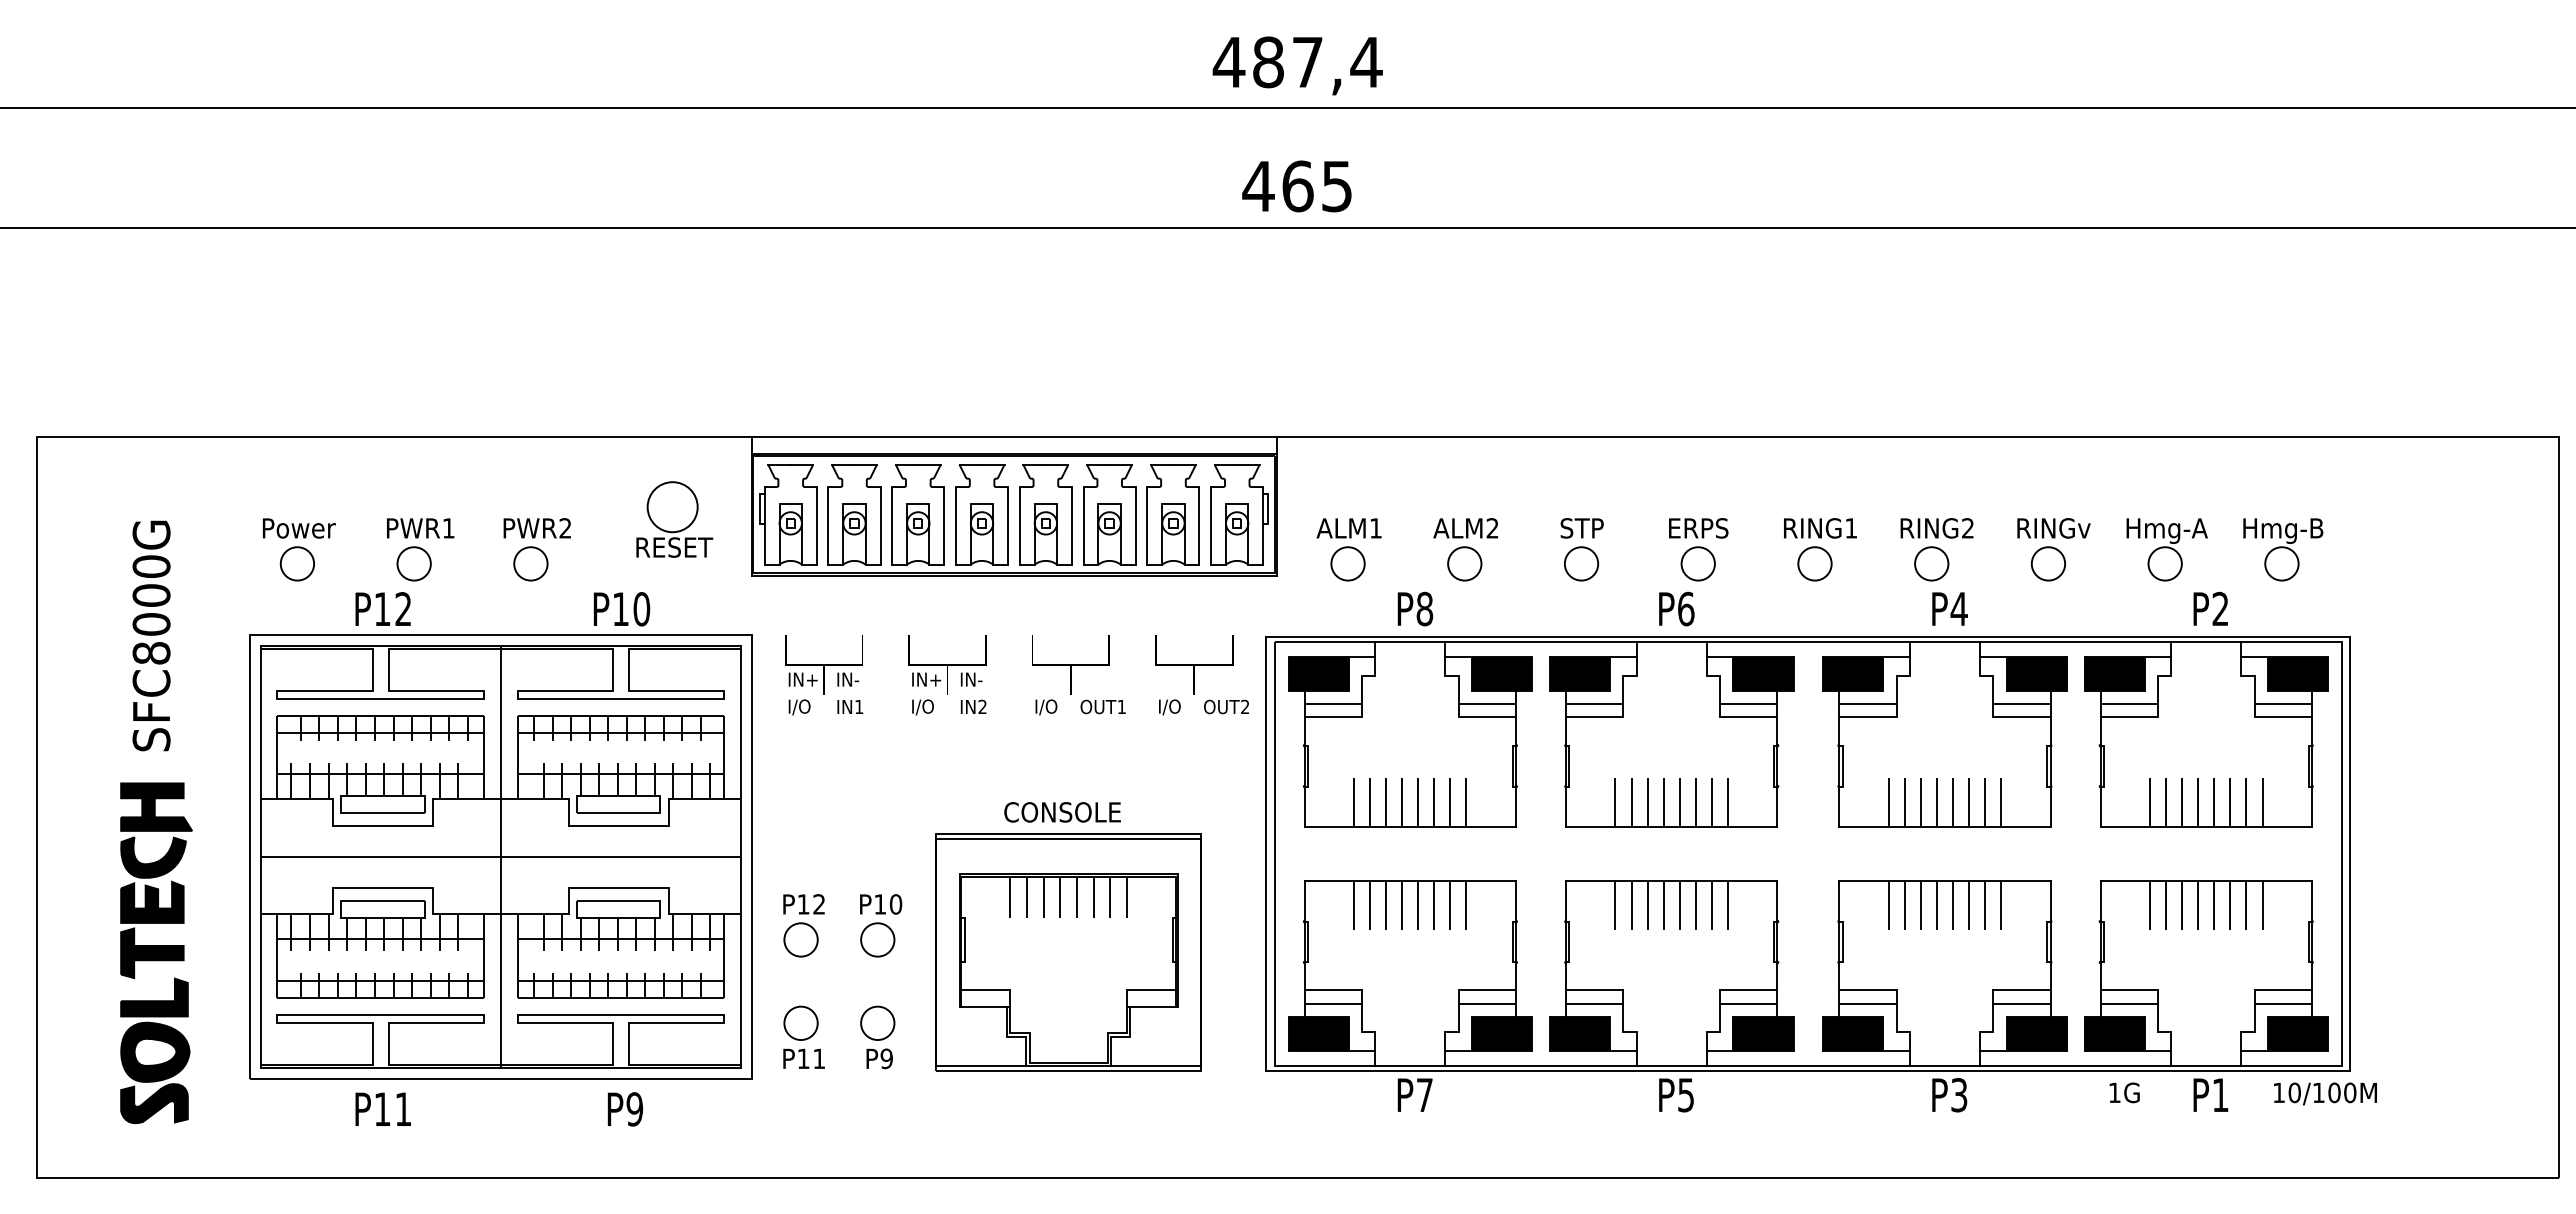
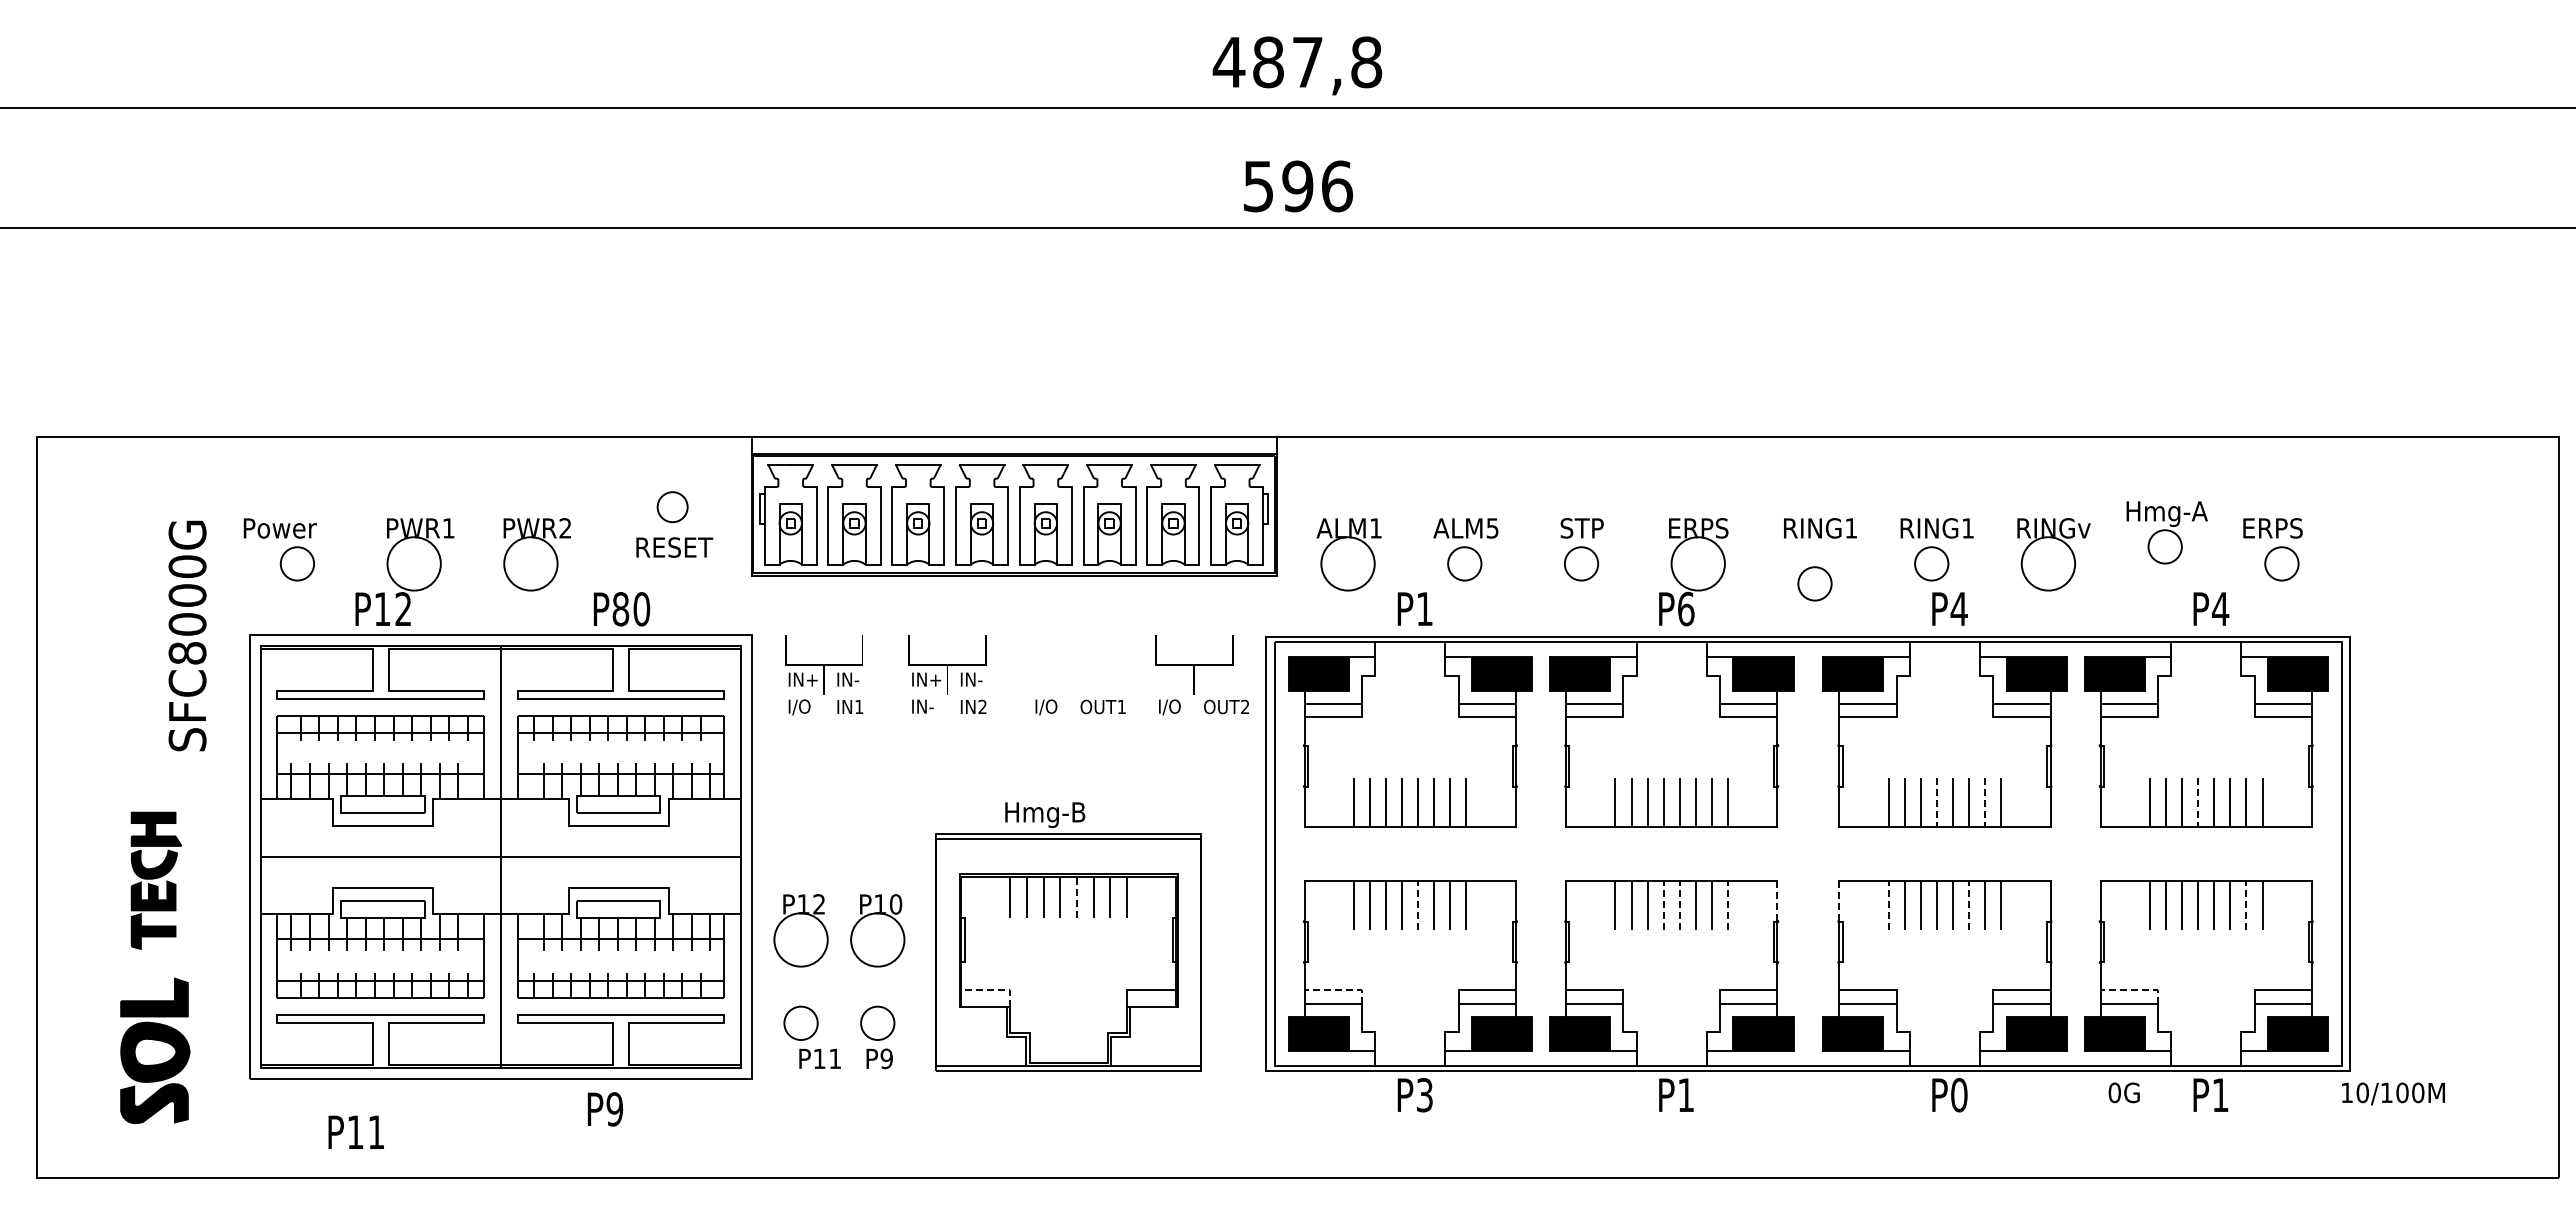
text at (1366, 62): 487,4 -> 487,8
text at (1297, 186): 465 -> 596
circle at (672, 507) diameter: 50 px -> 30 px
text at (298, 528) position: (298, 528) -> (279, 528)
text at (1492, 528): ALM2 -> ALM5
text at (1967, 528): RING2 -> RING1
text at (2284, 530): Hmg-B -> ERPS
part at (2166, 549) position: (2166, 549) -> (2166, 532)
circle at (413, 563) diameter: 33 px -> 53 px
circle at (530, 563) diameter: 33 px -> 53 px
circle at (1347, 563) diameter: 33 px -> 53 px
circle at (1697, 563) diameter: 33 px -> 53 px
circle at (1814, 563) position: (1814, 563) -> (1814, 583)
circle at (2048, 563) diameter: 33 px -> 53 px
text at (1424, 608): P8 -> P1
text at (2220, 608): P2 -> P4
text at (620, 609): P10 -> P80
text at (151, 635) position: (151, 635) -> (187, 635)
part at (1070, 664): present -> none
text at (924, 707): I/O -> IN-
line at (1936, 802): solid -> dashed
line at (1984, 802): solid -> dashed
line at (2198, 802): solid -> dashed
text at (1062, 814): CONSOLE -> Hmg-B
part at (156, 880) size: 73x198 px -> 53x139 px
line at (1077, 897): solid -> dashed
line at (1777, 900): solid -> dashed
line at (1839, 900): solid -> dashed
line at (1418, 905): solid -> dashed
line at (1663, 905): solid -> dashed
line at (1679, 905): solid -> dashed
line at (1727, 905): solid -> dashed
line at (1888, 905): solid -> dashed
line at (1968, 905): solid -> dashed
line at (2246, 905): solid -> dashed
circle at (800, 939) diameter: 33 px -> 53 px
circle at (877, 939) diameter: 33 px -> 53 px
line at (994, 989): solid -> dashed
line at (1340, 990): solid -> dashed
line at (2136, 990): solid -> dashed
text at (803, 1058) position: (803, 1058) -> (819, 1058)
text at (2114, 1092): 1G -> 0G
text at (2325, 1093) position: (2325, 1093) -> (2393, 1093)
text at (1424, 1095): P7 -> P3
text at (1685, 1095): P5 -> P1
text at (1959, 1095): P3 -> P0
text at (382, 1108) position: (382, 1108) -> (355, 1131)
text at (625, 1109) position: (625, 1109) -> (605, 1109)
